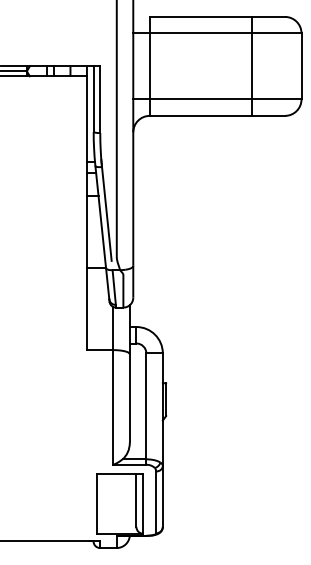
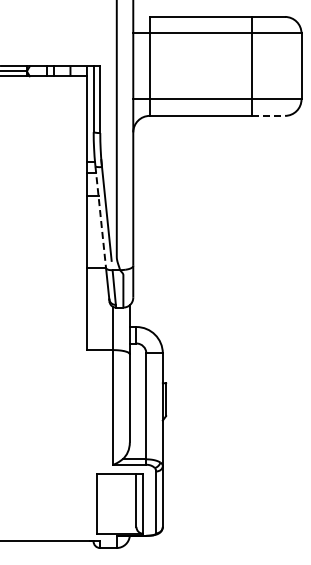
line at (269, 115): solid -> dashed
line at (100, 217): solid -> dashed
